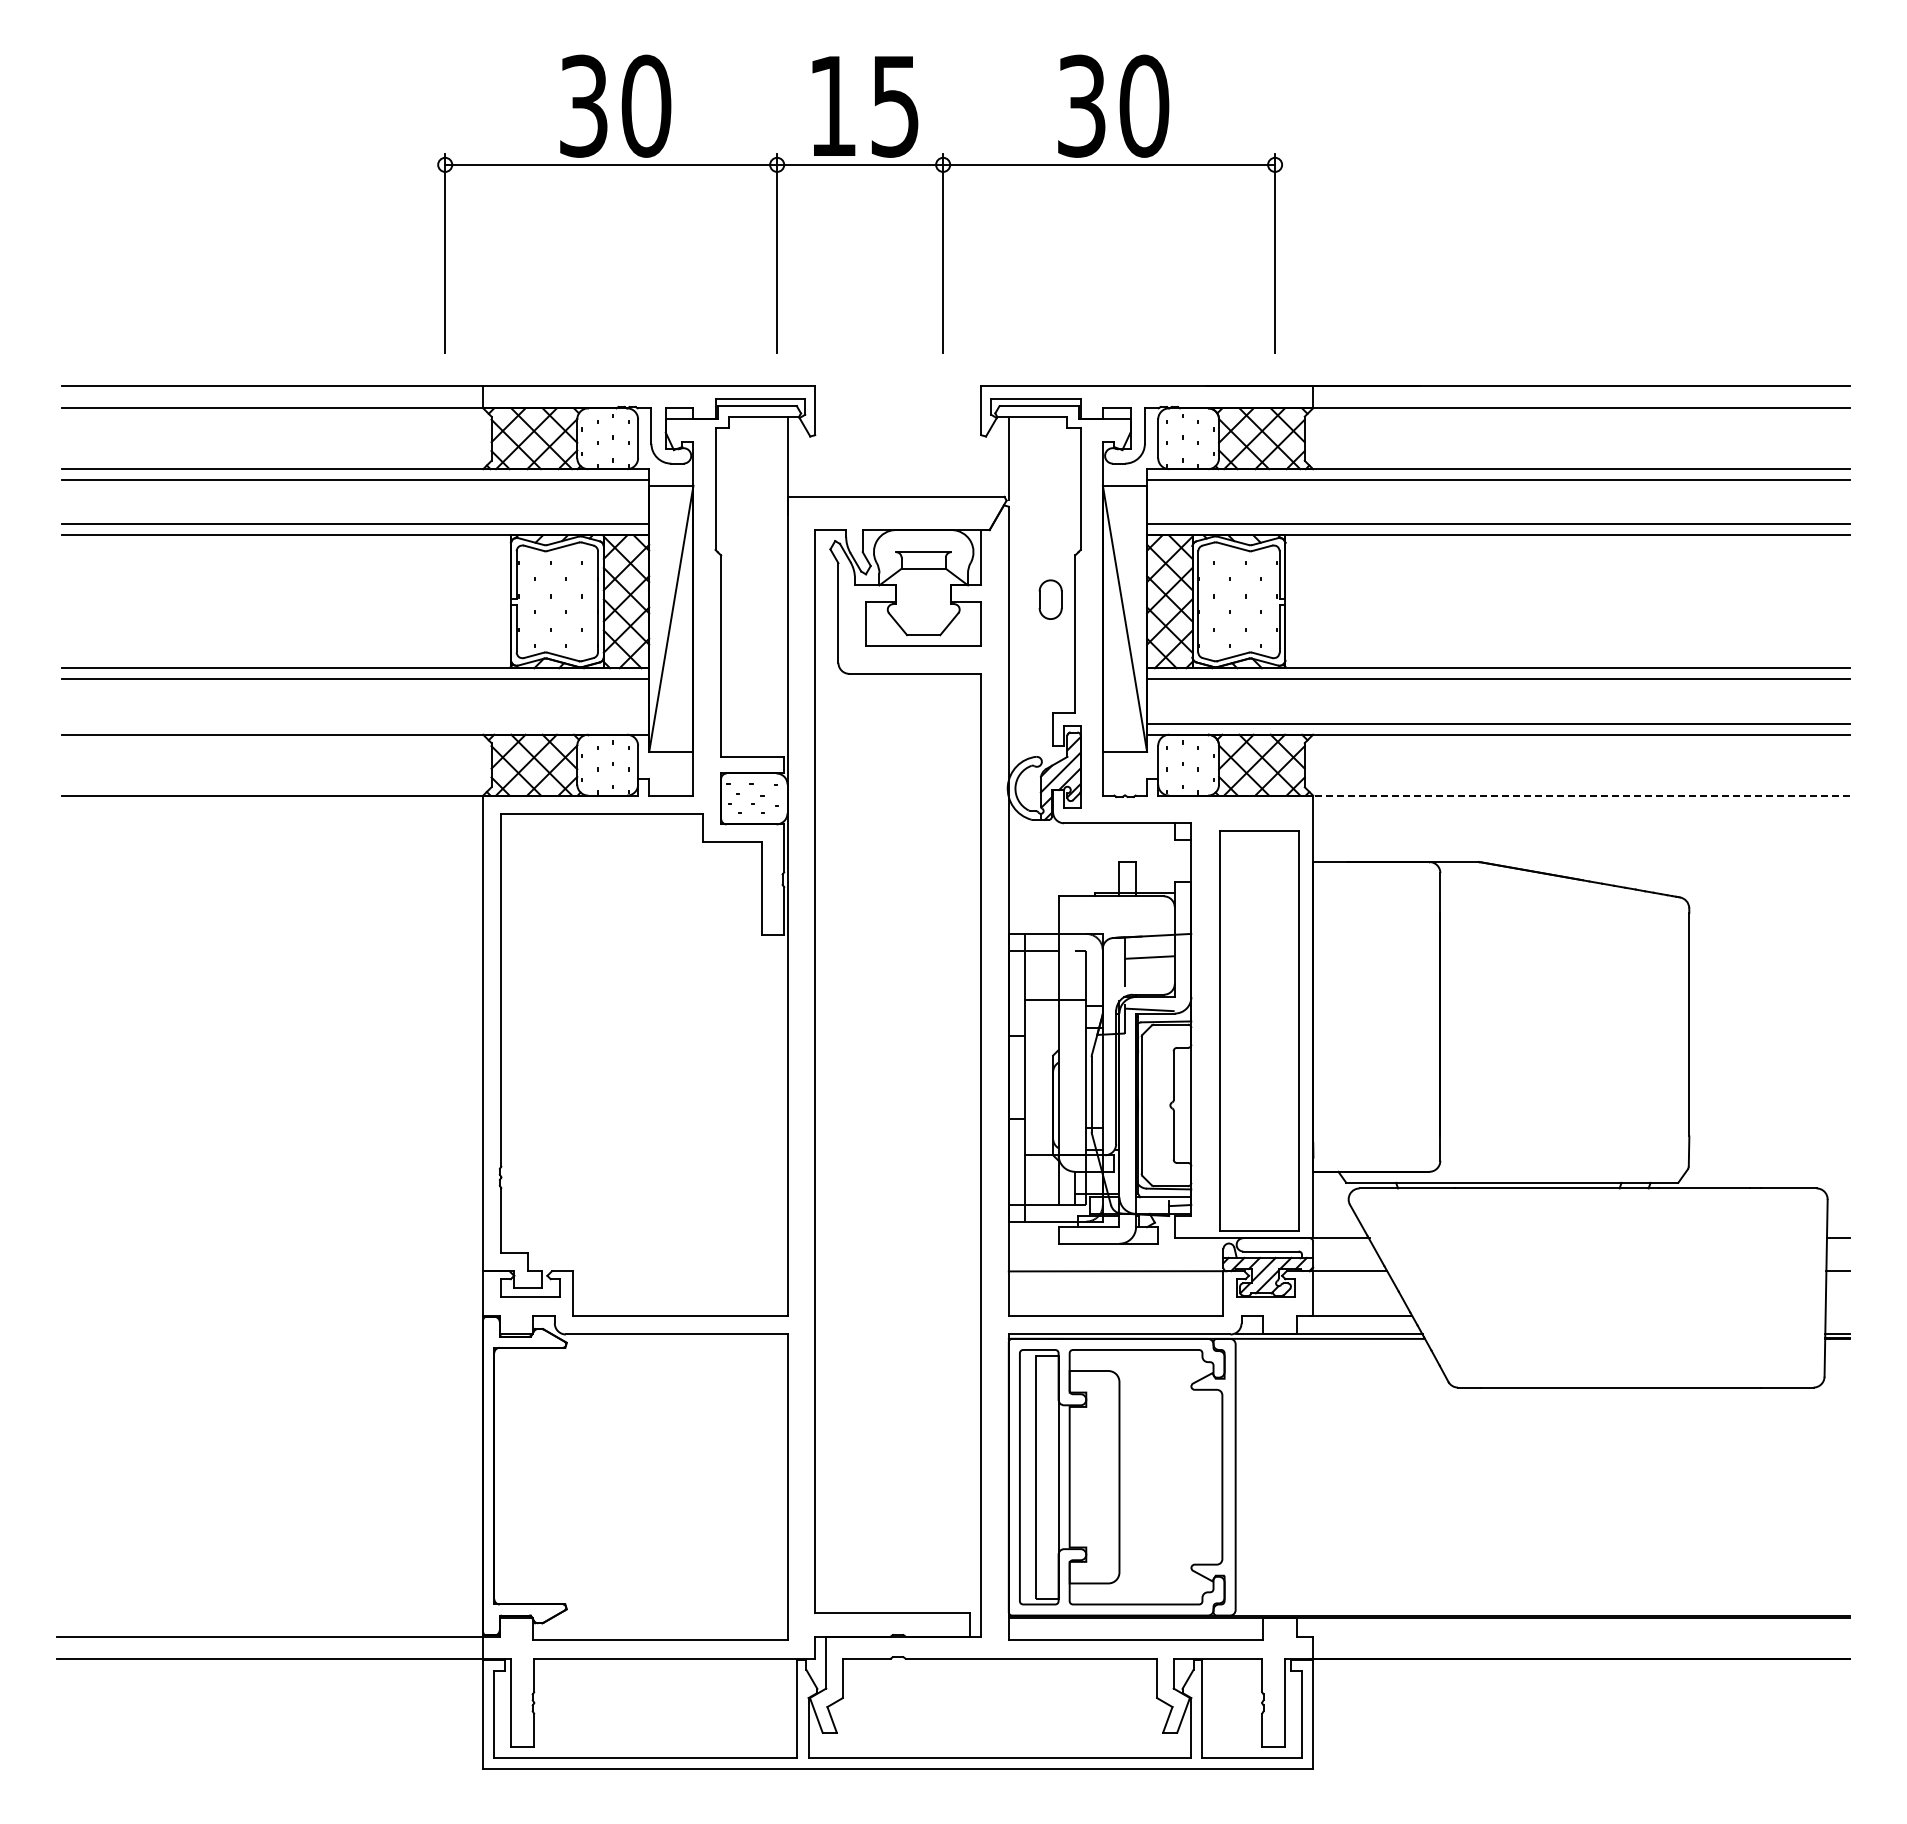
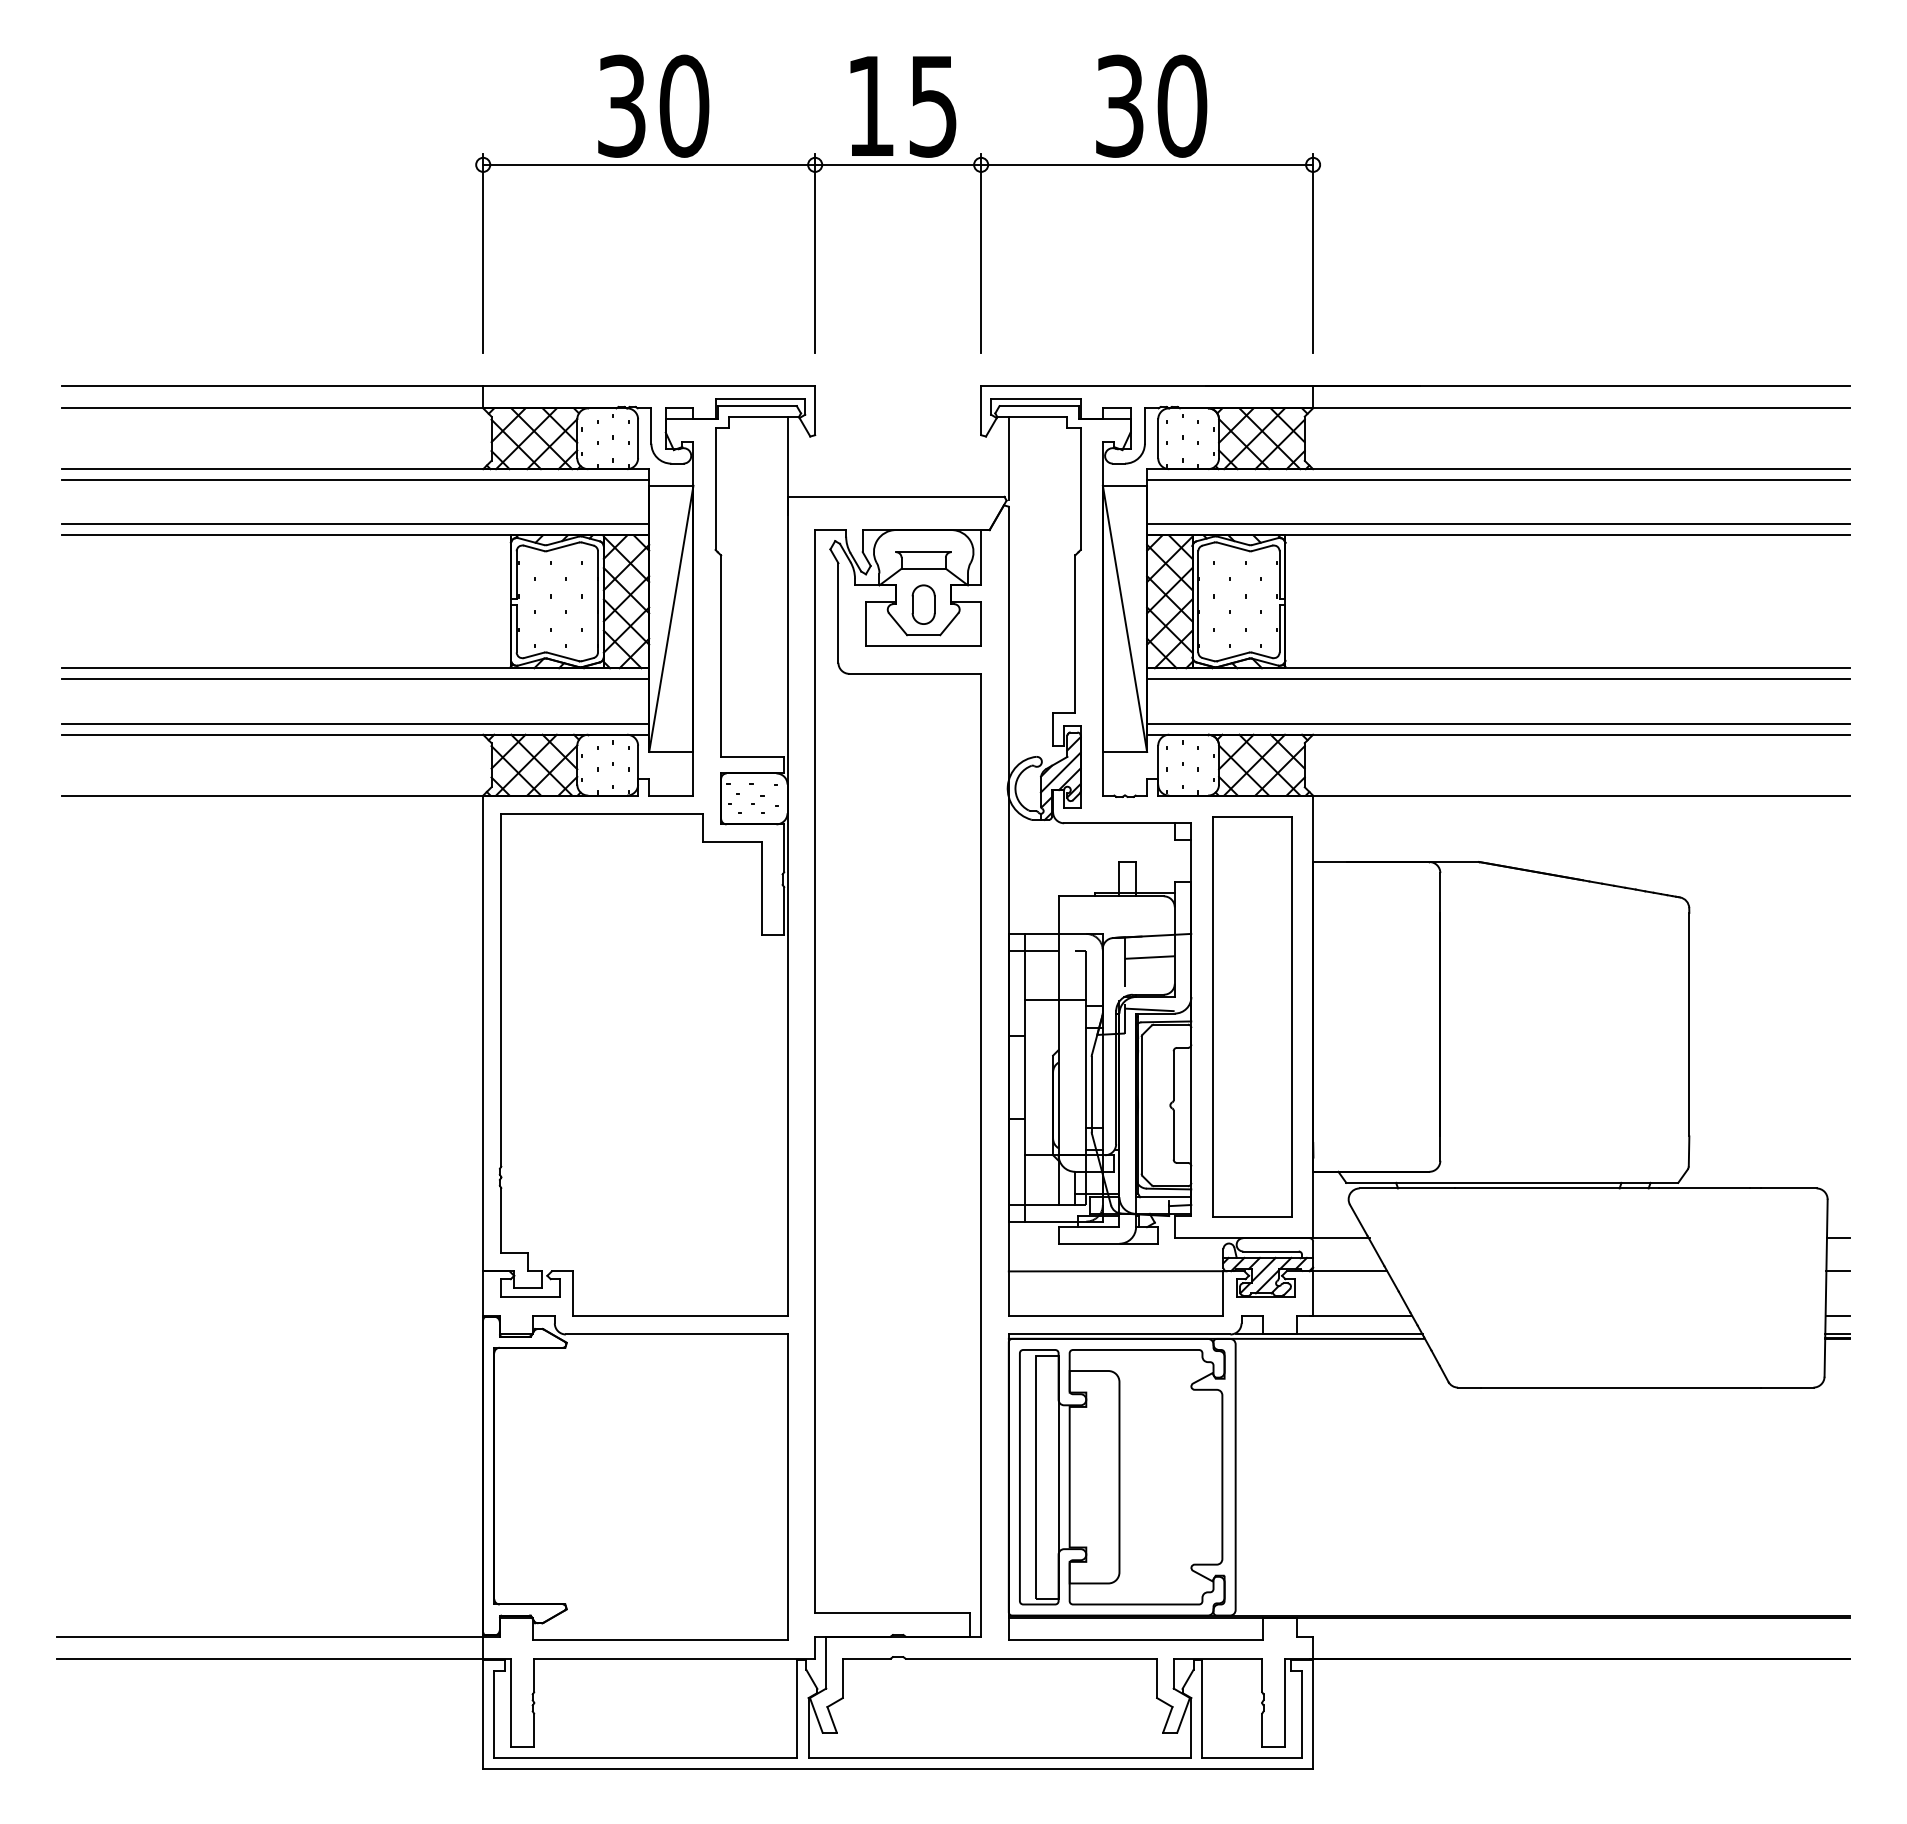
part at (859, 165) position: (859, 165) -> (897, 165)
part at (1050, 599) position: (1050, 599) -> (923, 604)
line at (355, 723): none -> present
line at (1579, 795): dashed -> solid
part at (1259, 1030) position: (1259, 1030) -> (1252, 1016)
line at (1837, 1315): none -> present
